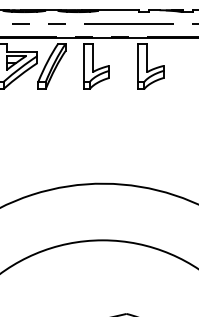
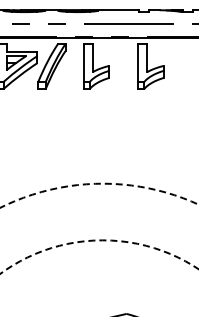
arc at (95, 183): solid -> dashed
circle at (99, 256): solid -> dashed
